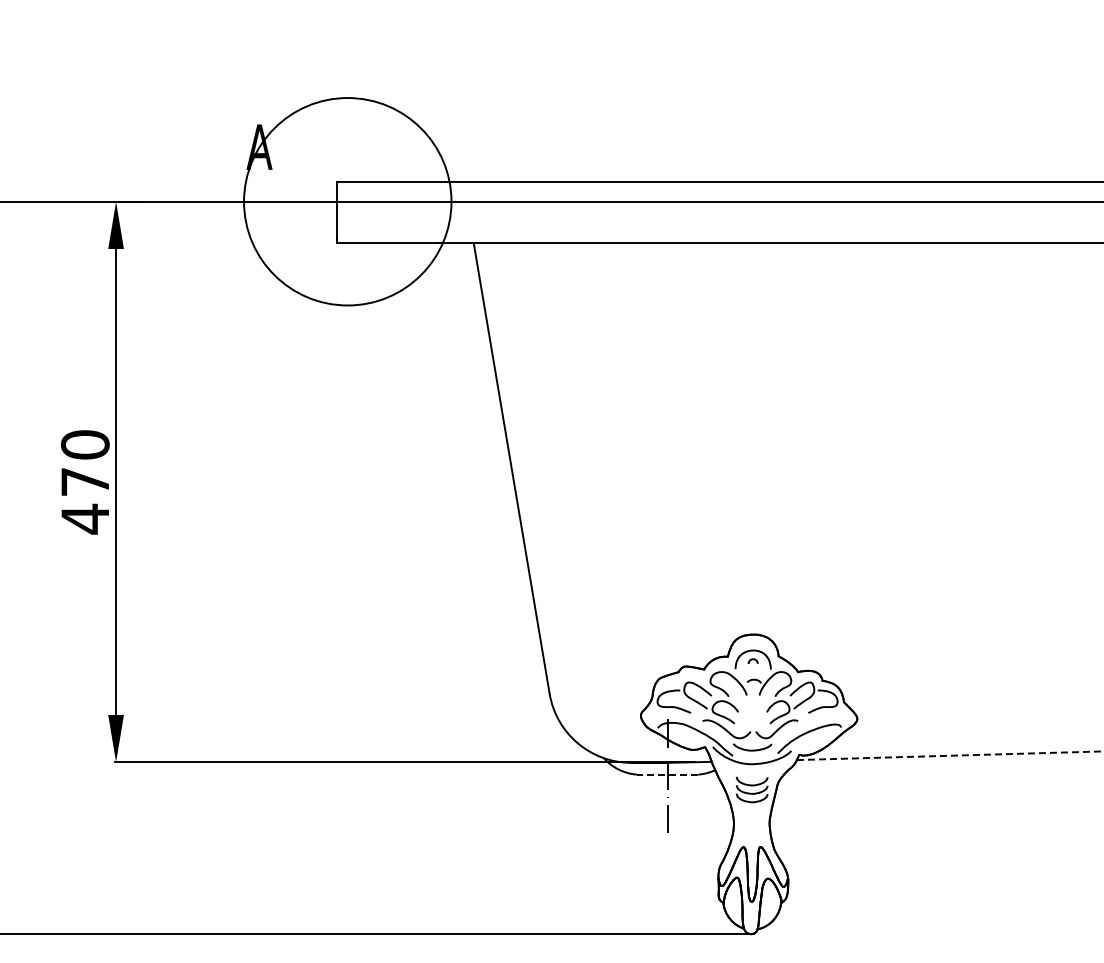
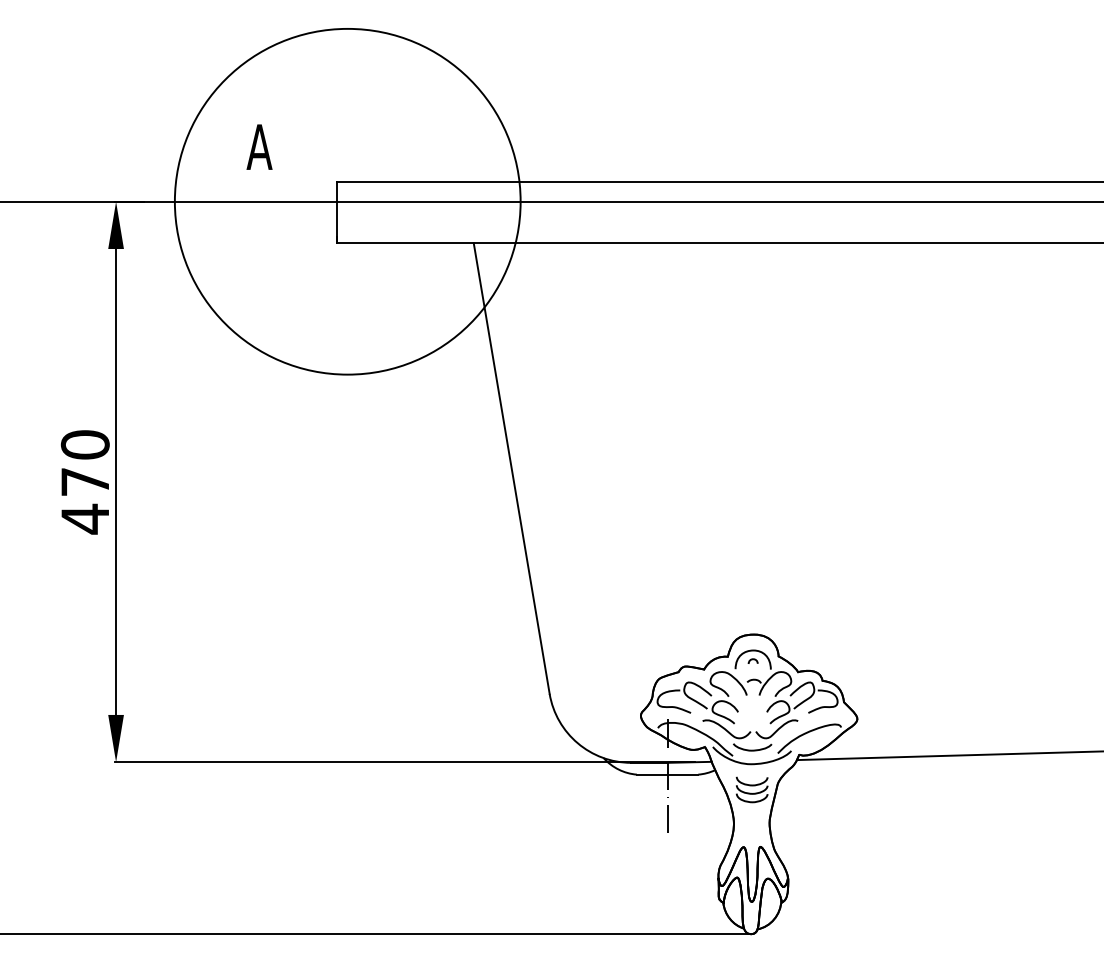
circle at (347, 201) diameter: 207 px -> 346 px
line at (950, 755): dashed -> solid
line at (667, 774): dashed -> solid
